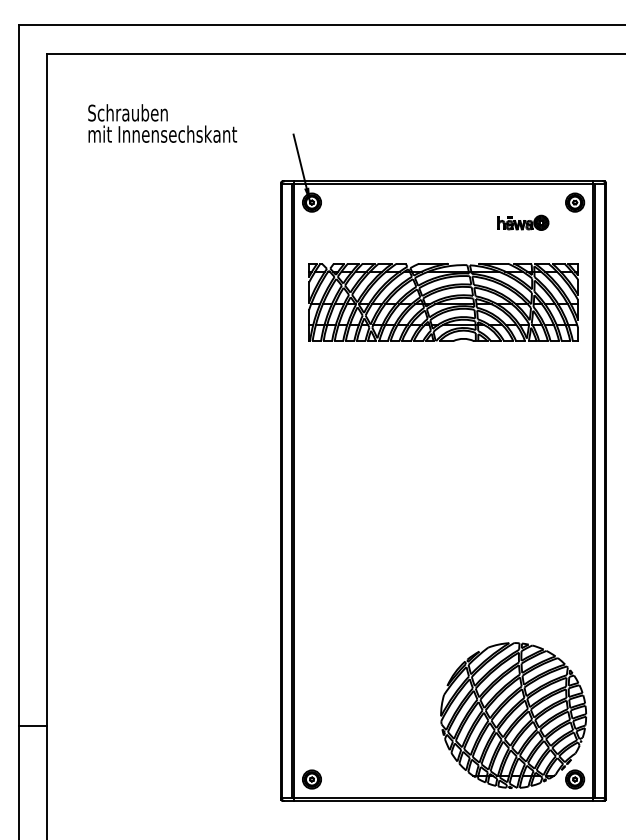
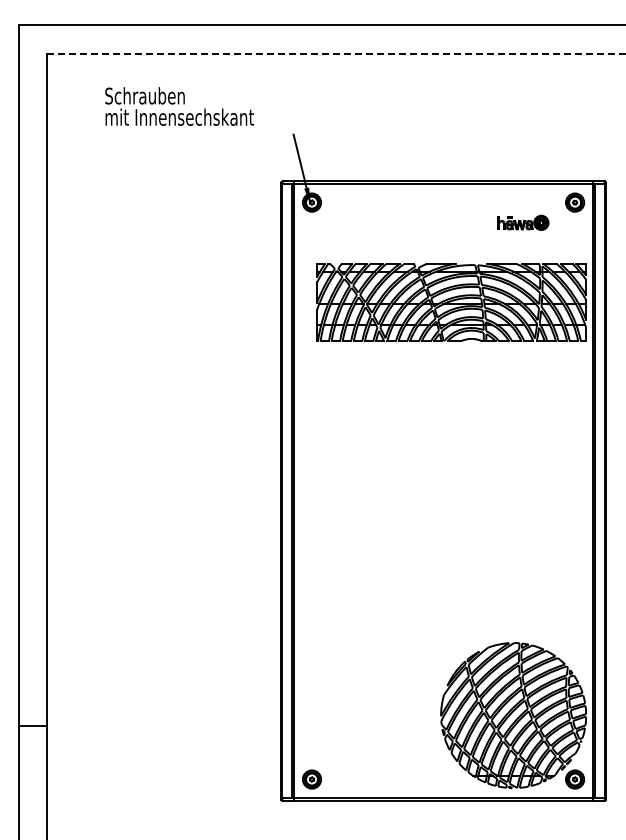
line at (336, 53): solid -> dashed
text at (162, 123) position: (162, 123) -> (179, 106)
part at (443, 302) position: (443, 302) -> (451, 302)
